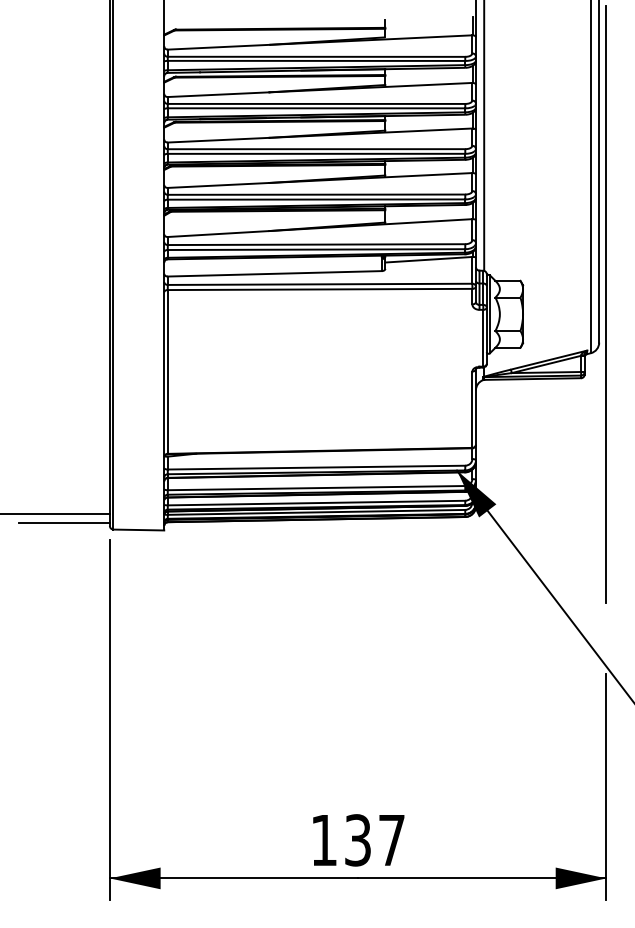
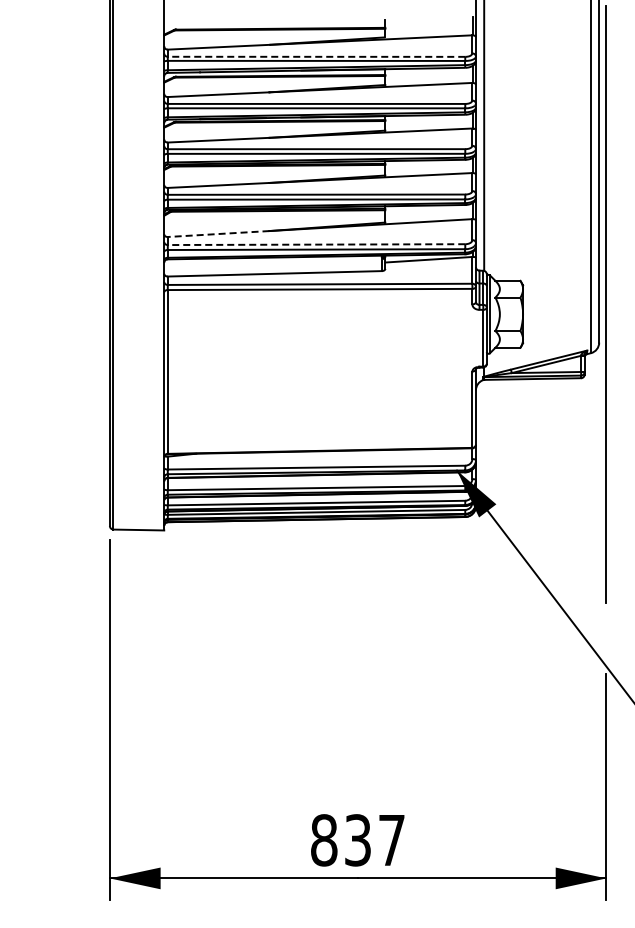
line at (316, 56): solid -> dashed
line at (218, 234): solid -> dashed
line at (316, 244): solid -> dashed
line at (55, 513): present -> none
line at (64, 523): present -> none
text at (324, 840): 137 -> 837
